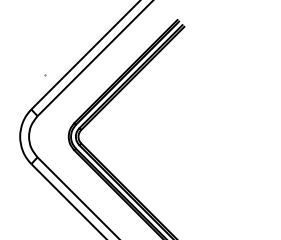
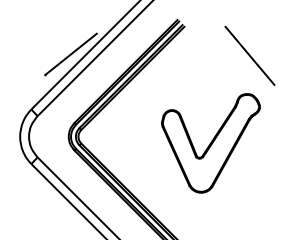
line at (70, 53): none -> present
line at (249, 55): none -> present
part at (210, 143): none -> present
